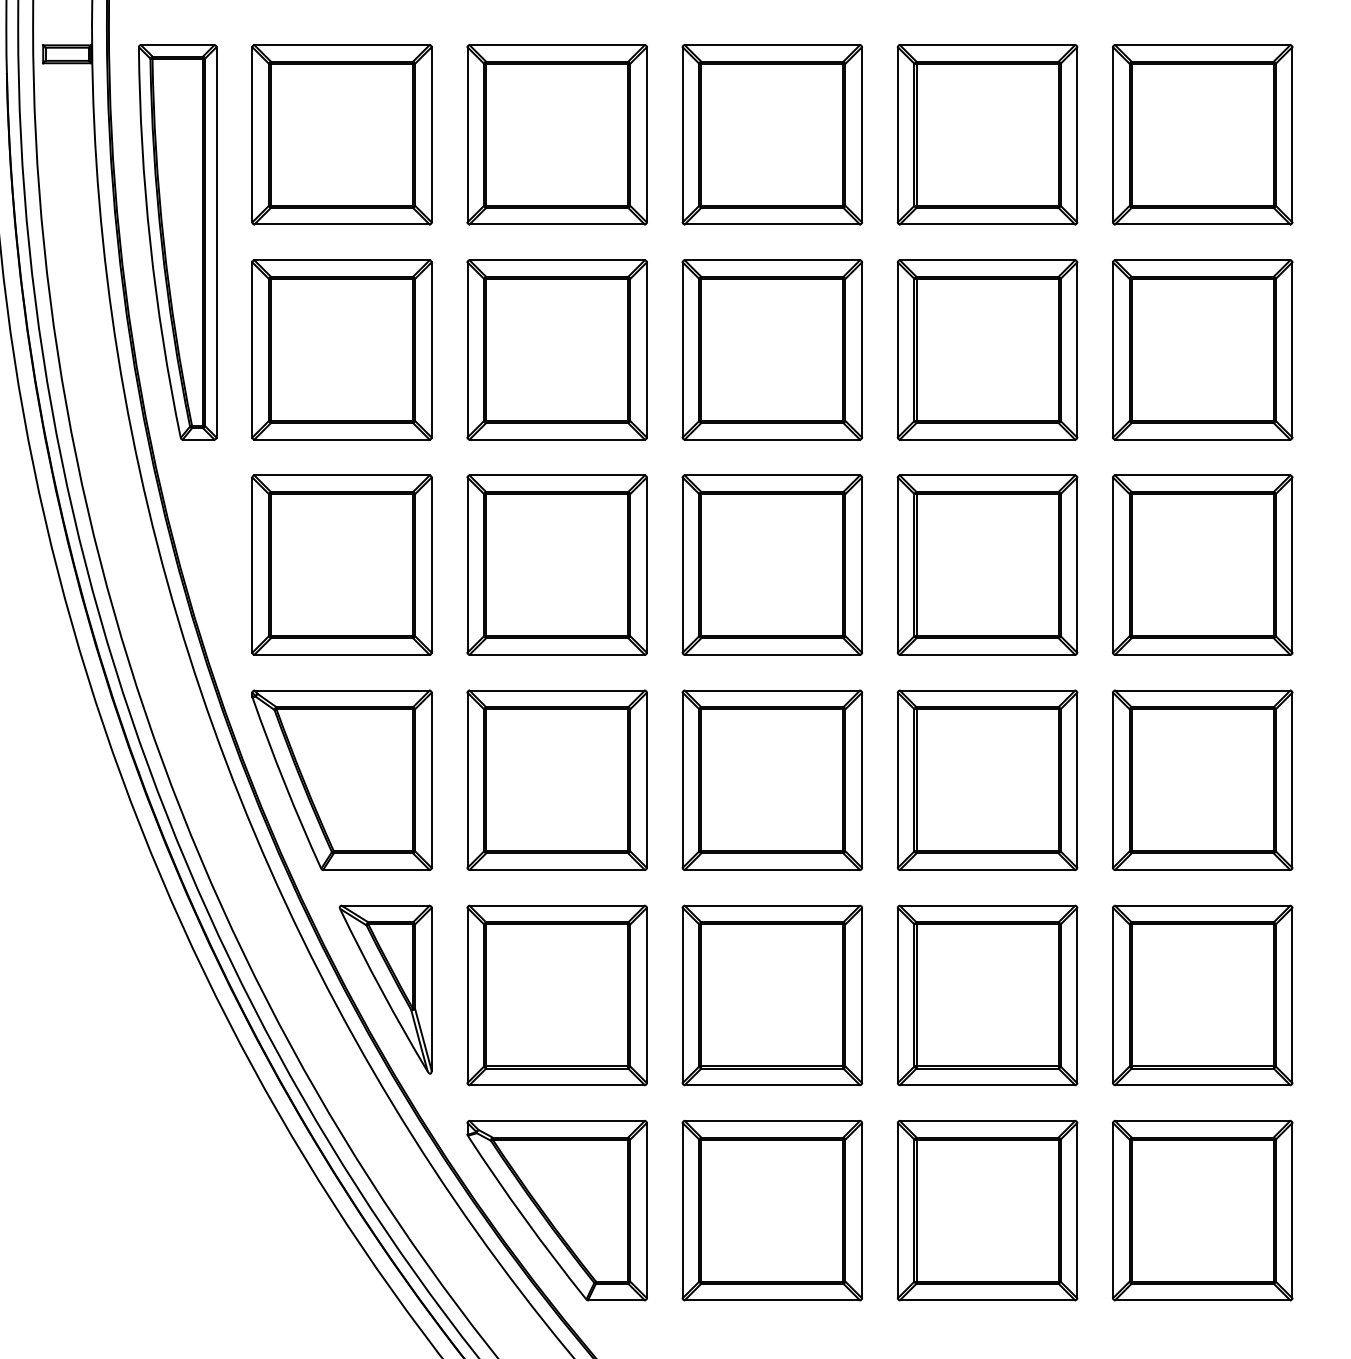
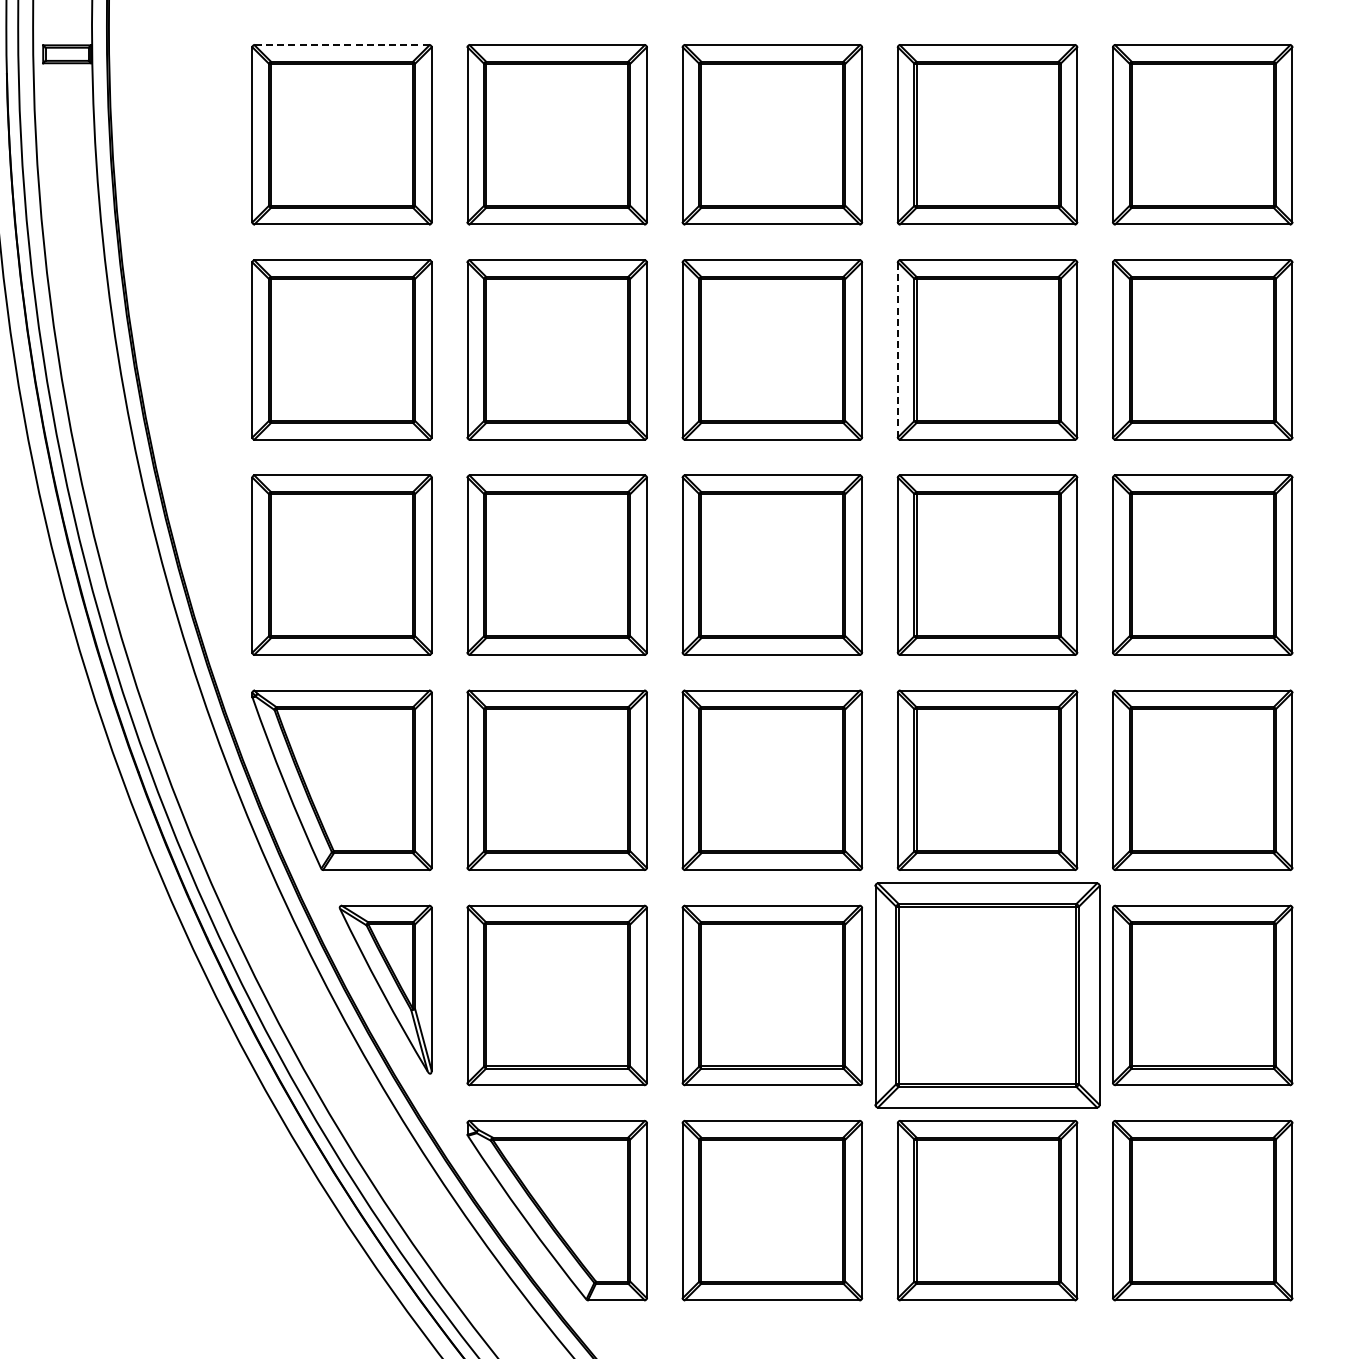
line at (342, 45): solid -> dashed
part at (177, 242): present -> none
line at (897, 349): solid -> dashed
part at (987, 995) size: 183x183 px -> 227x227 px
